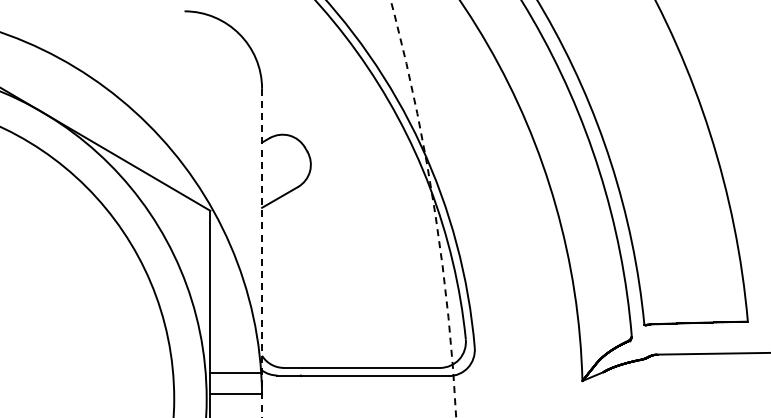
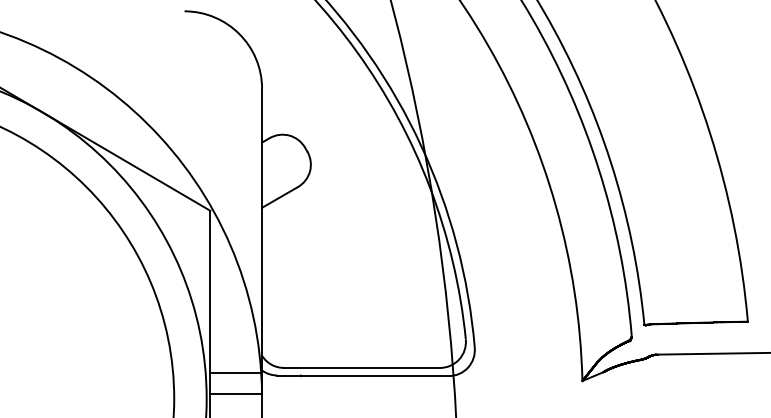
circle at (423, 208): dashed -> solid
line at (262, 253): dashed -> solid
